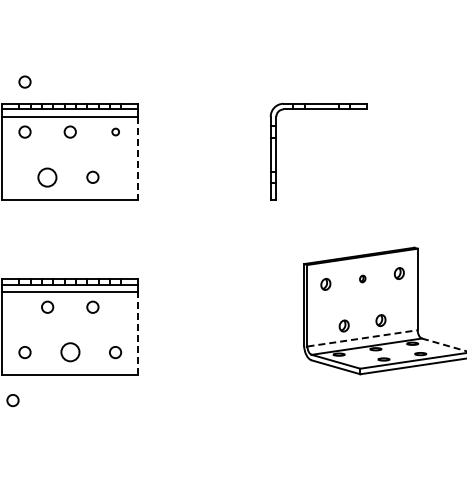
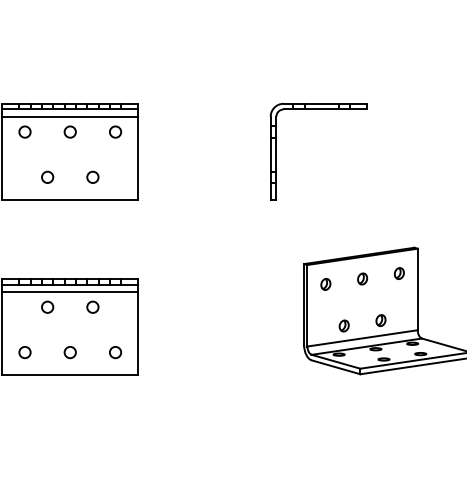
circle at (24, 81): present -> none
circle at (115, 131) size: 9x10 px -> 14x14 px
line at (138, 158): dashed -> solid
circle at (47, 177) size: 21x21 px -> 14x14 px
part at (362, 278) size: 8x10 px -> 12x14 px
line at (138, 333): dashed -> solid
line at (362, 338): dashed -> solid
line at (444, 345): dashed -> solid
circle at (70, 352) size: 21x21 px -> 14x14 px
circle at (12, 400): present -> none
